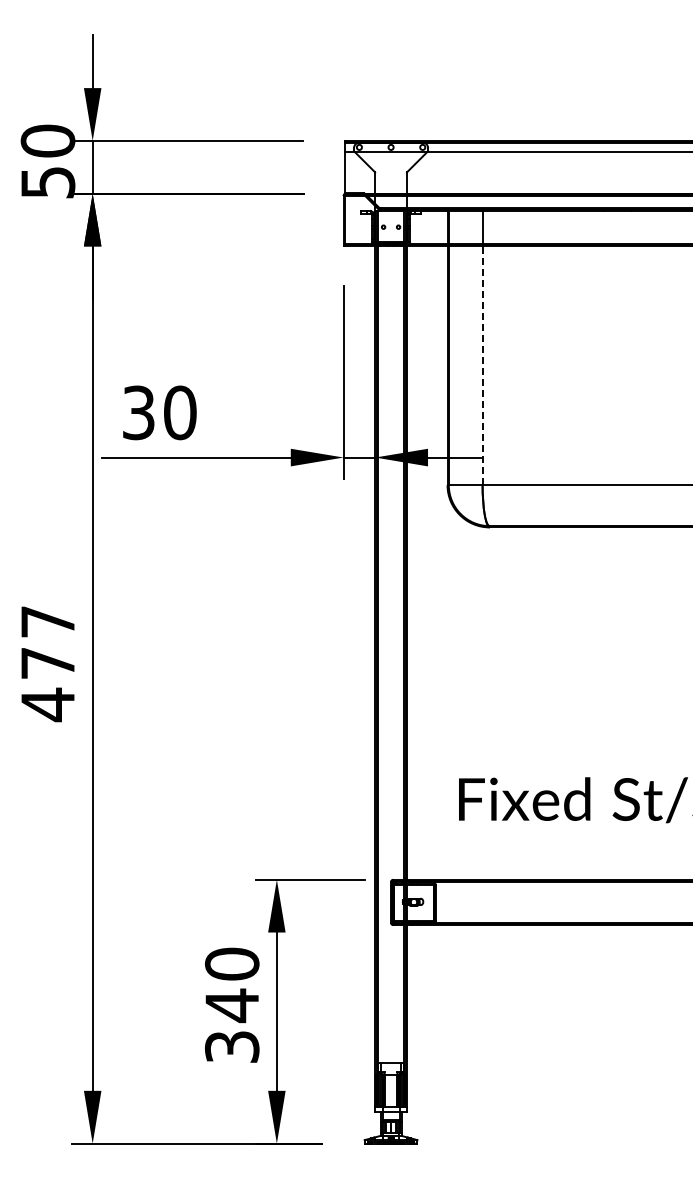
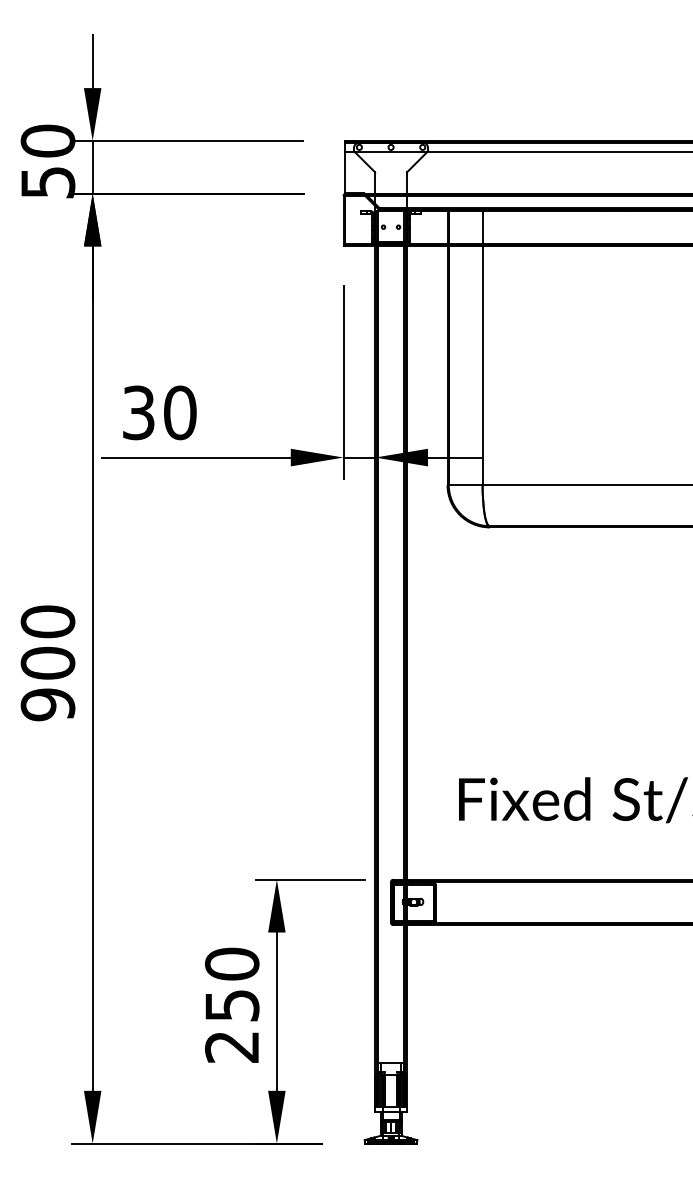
line at (482, 365): dashed -> solid
text at (47, 663): 477 -> 900
text at (232, 1025): 340 -> 250
